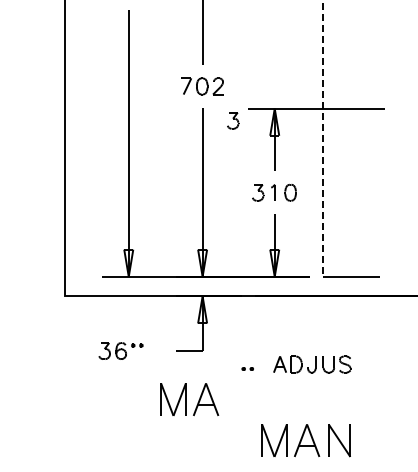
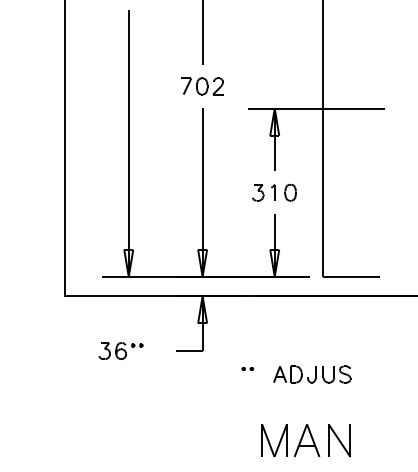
part at (233, 120): present -> none
line at (323, 138): dashed -> solid
part at (312, 364) position: (312, 364) -> (312, 374)
part at (189, 399): present -> none
